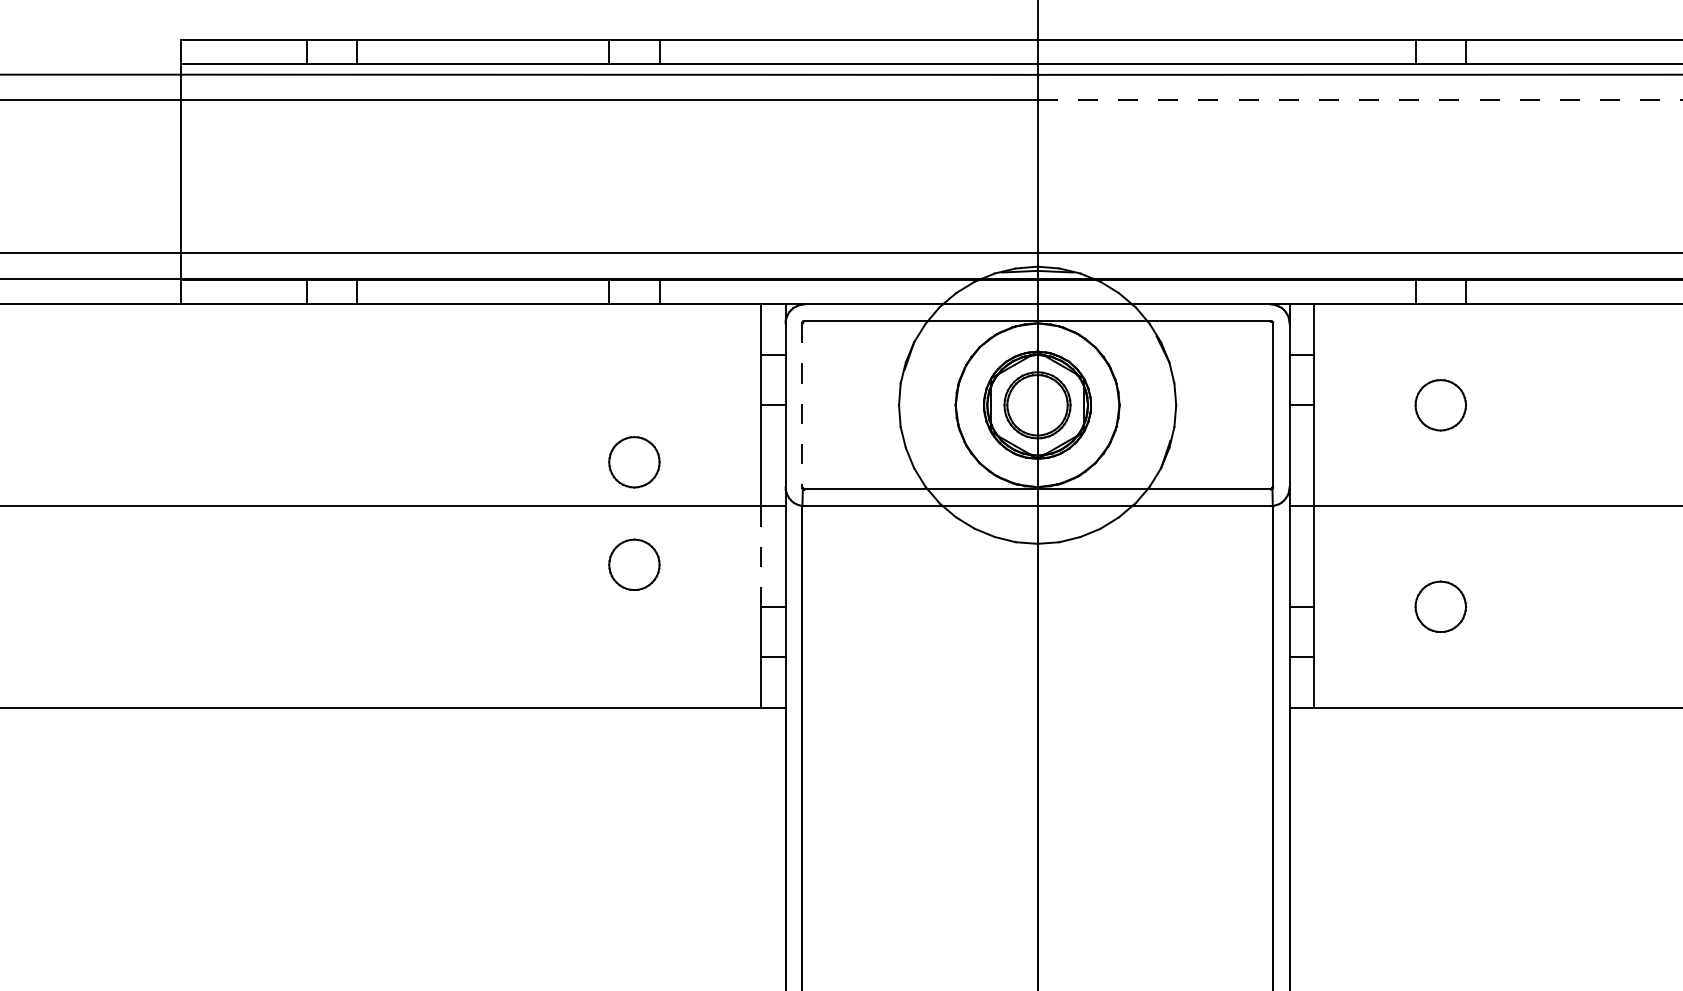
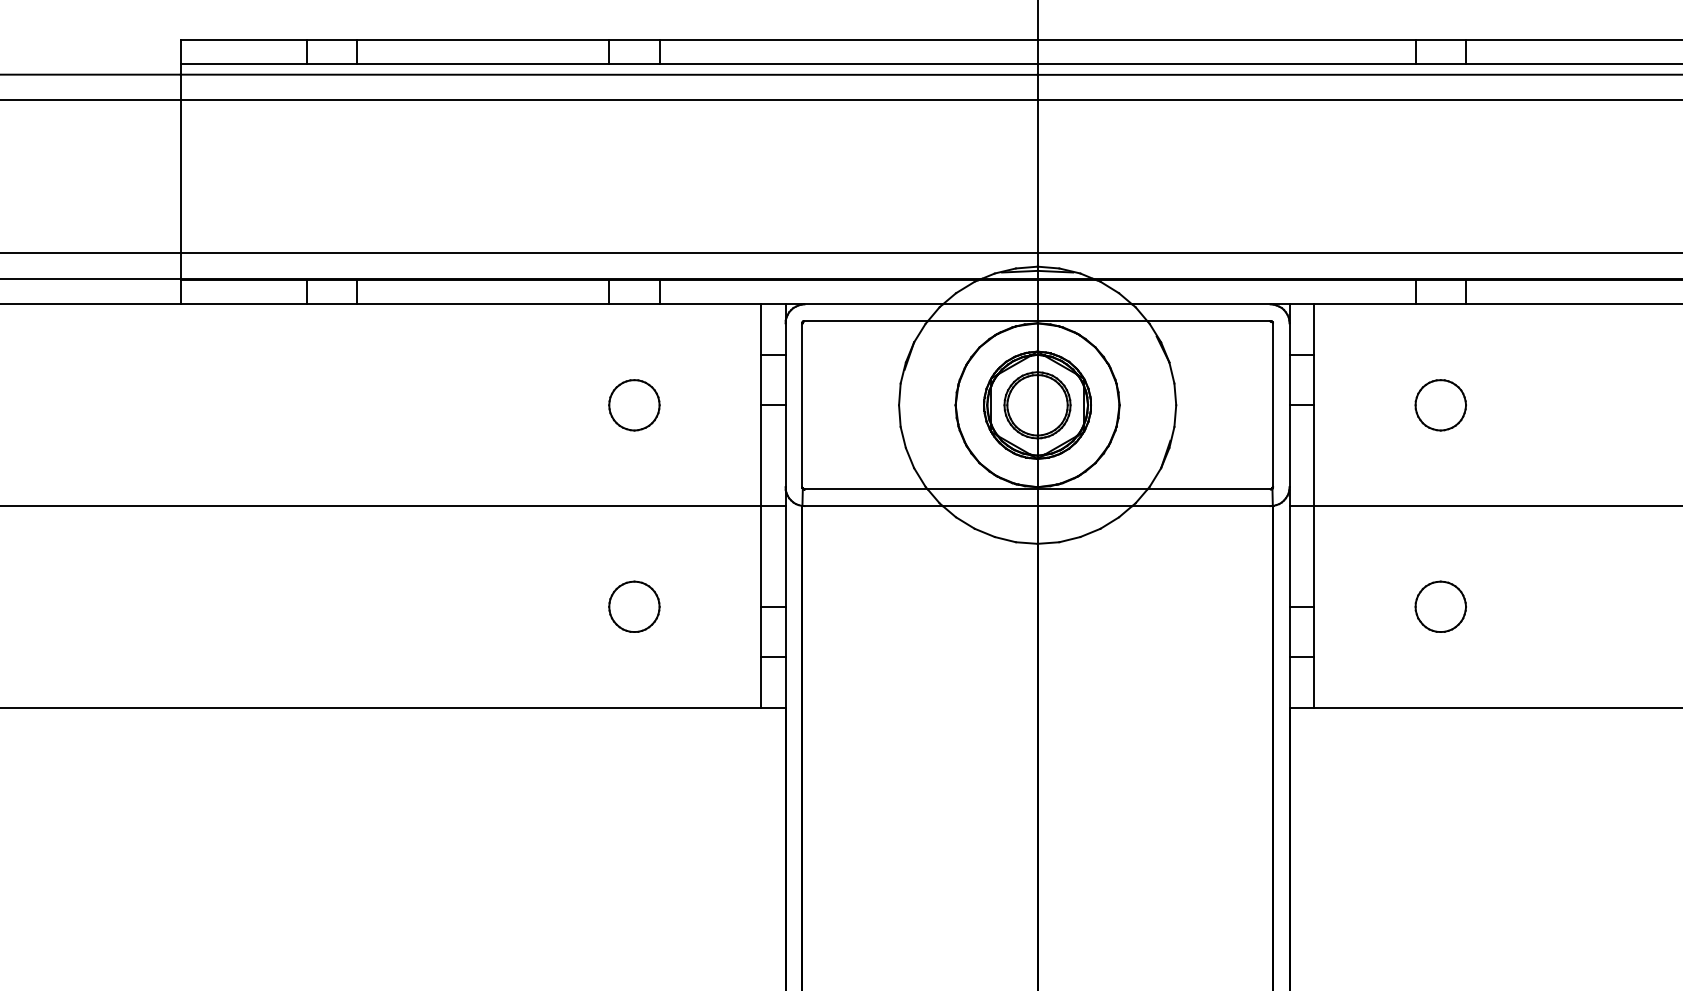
line at (1360, 100): dashed -> solid
line at (802, 405): dashed -> solid
part at (634, 462) position: (634, 462) -> (634, 405)
line at (761, 556): dashed -> solid
part at (634, 564) position: (634, 564) -> (634, 606)
